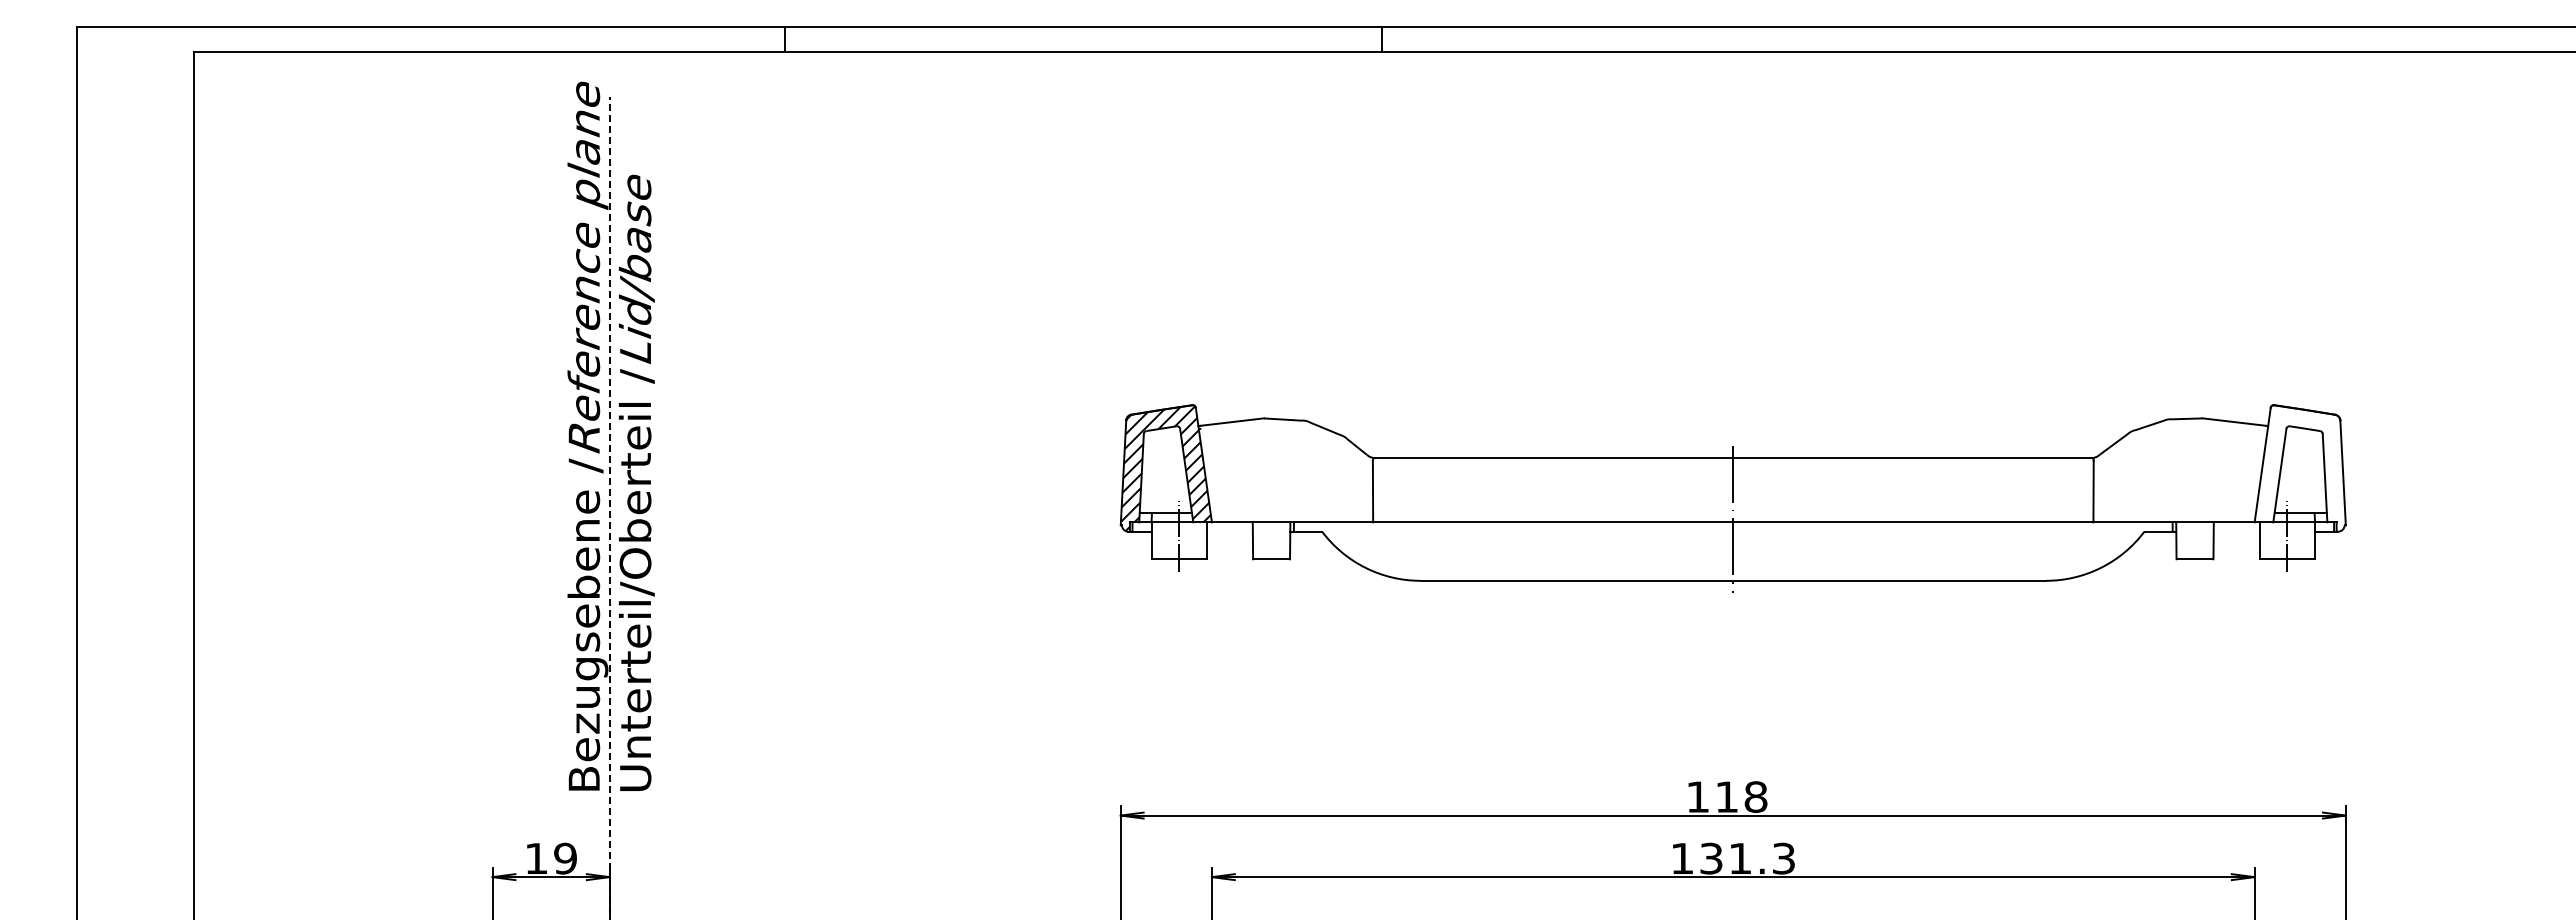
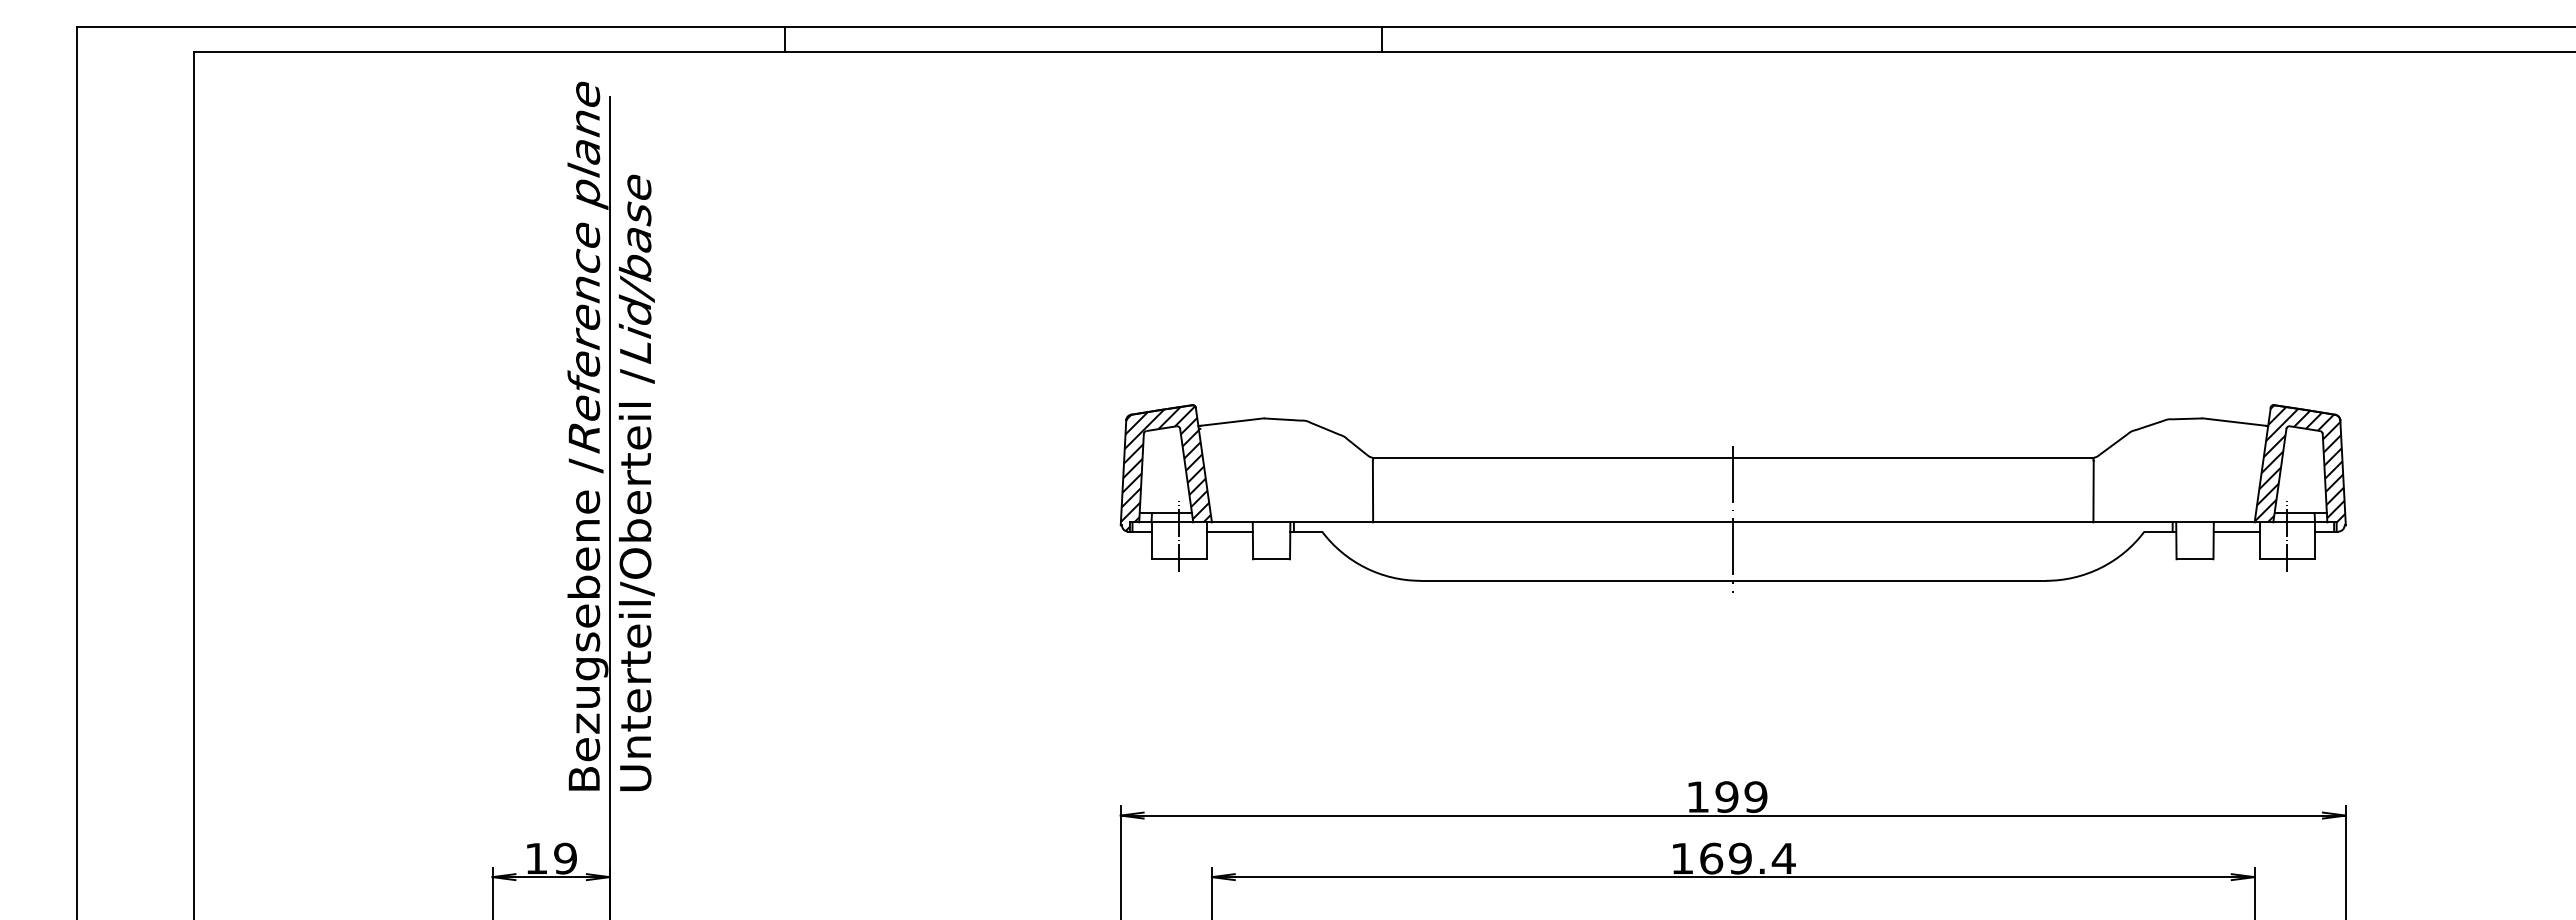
hatch at (2299, 463): none -> present
line at (609, 507): dashed -> solid
line at (1229, 531): none -> present
line at (2236, 531): none -> present
text at (1741, 796): 118 -> 199
text at (1747, 858): 131.3 -> 169.4
